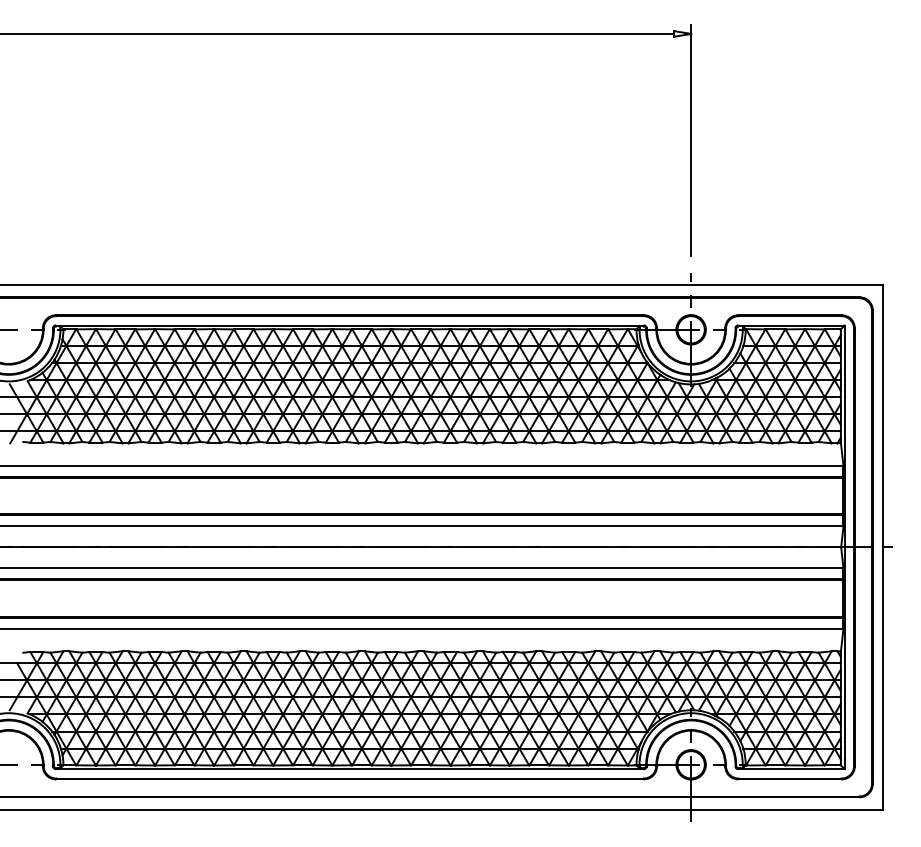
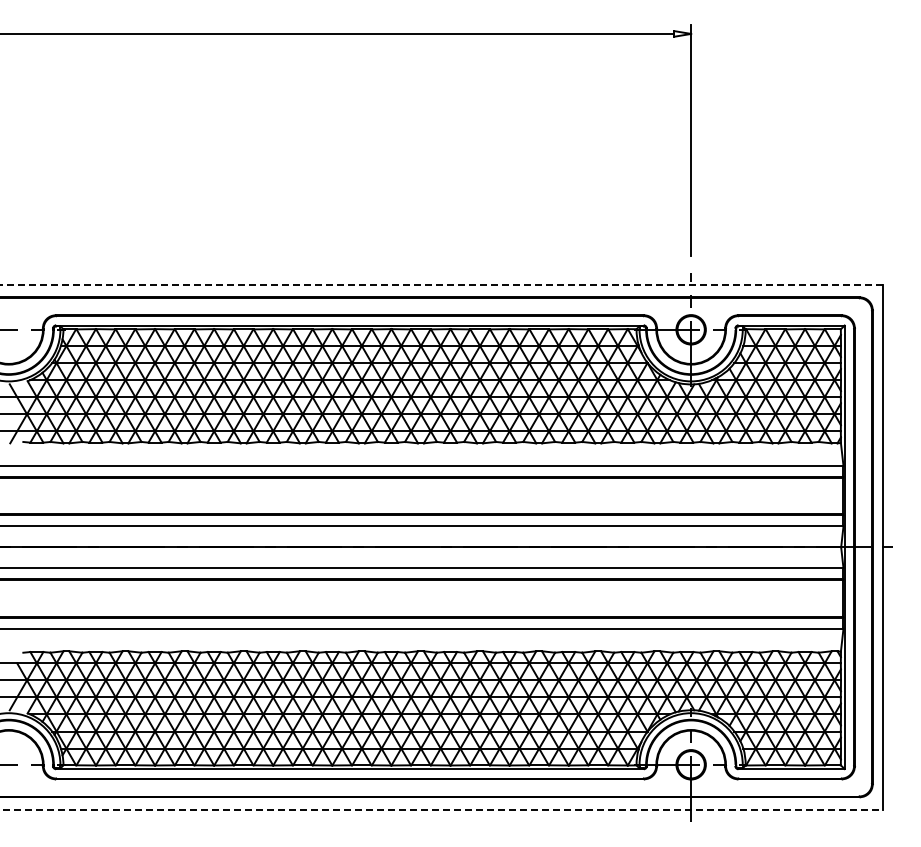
line at (441, 284): solid -> dashed
line at (442, 810): solid -> dashed
